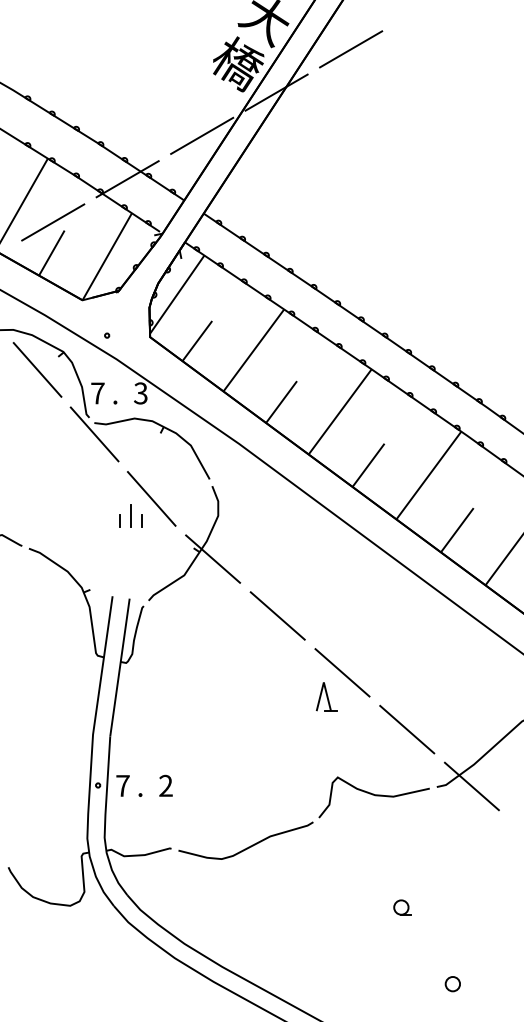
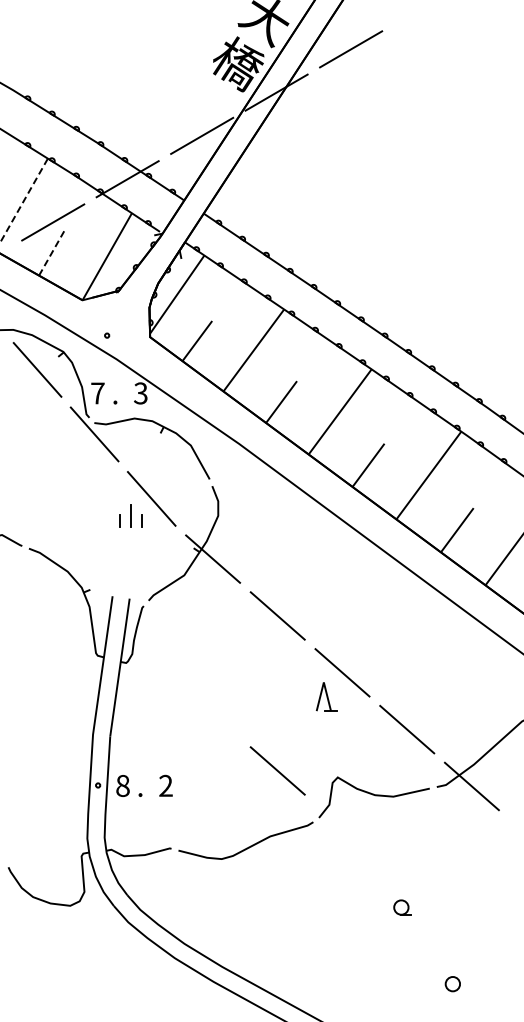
line at (24, 200): solid -> dashed
line at (51, 253): solid -> dashed
line at (277, 770): none -> present
text at (122, 786): 7 -> 8
